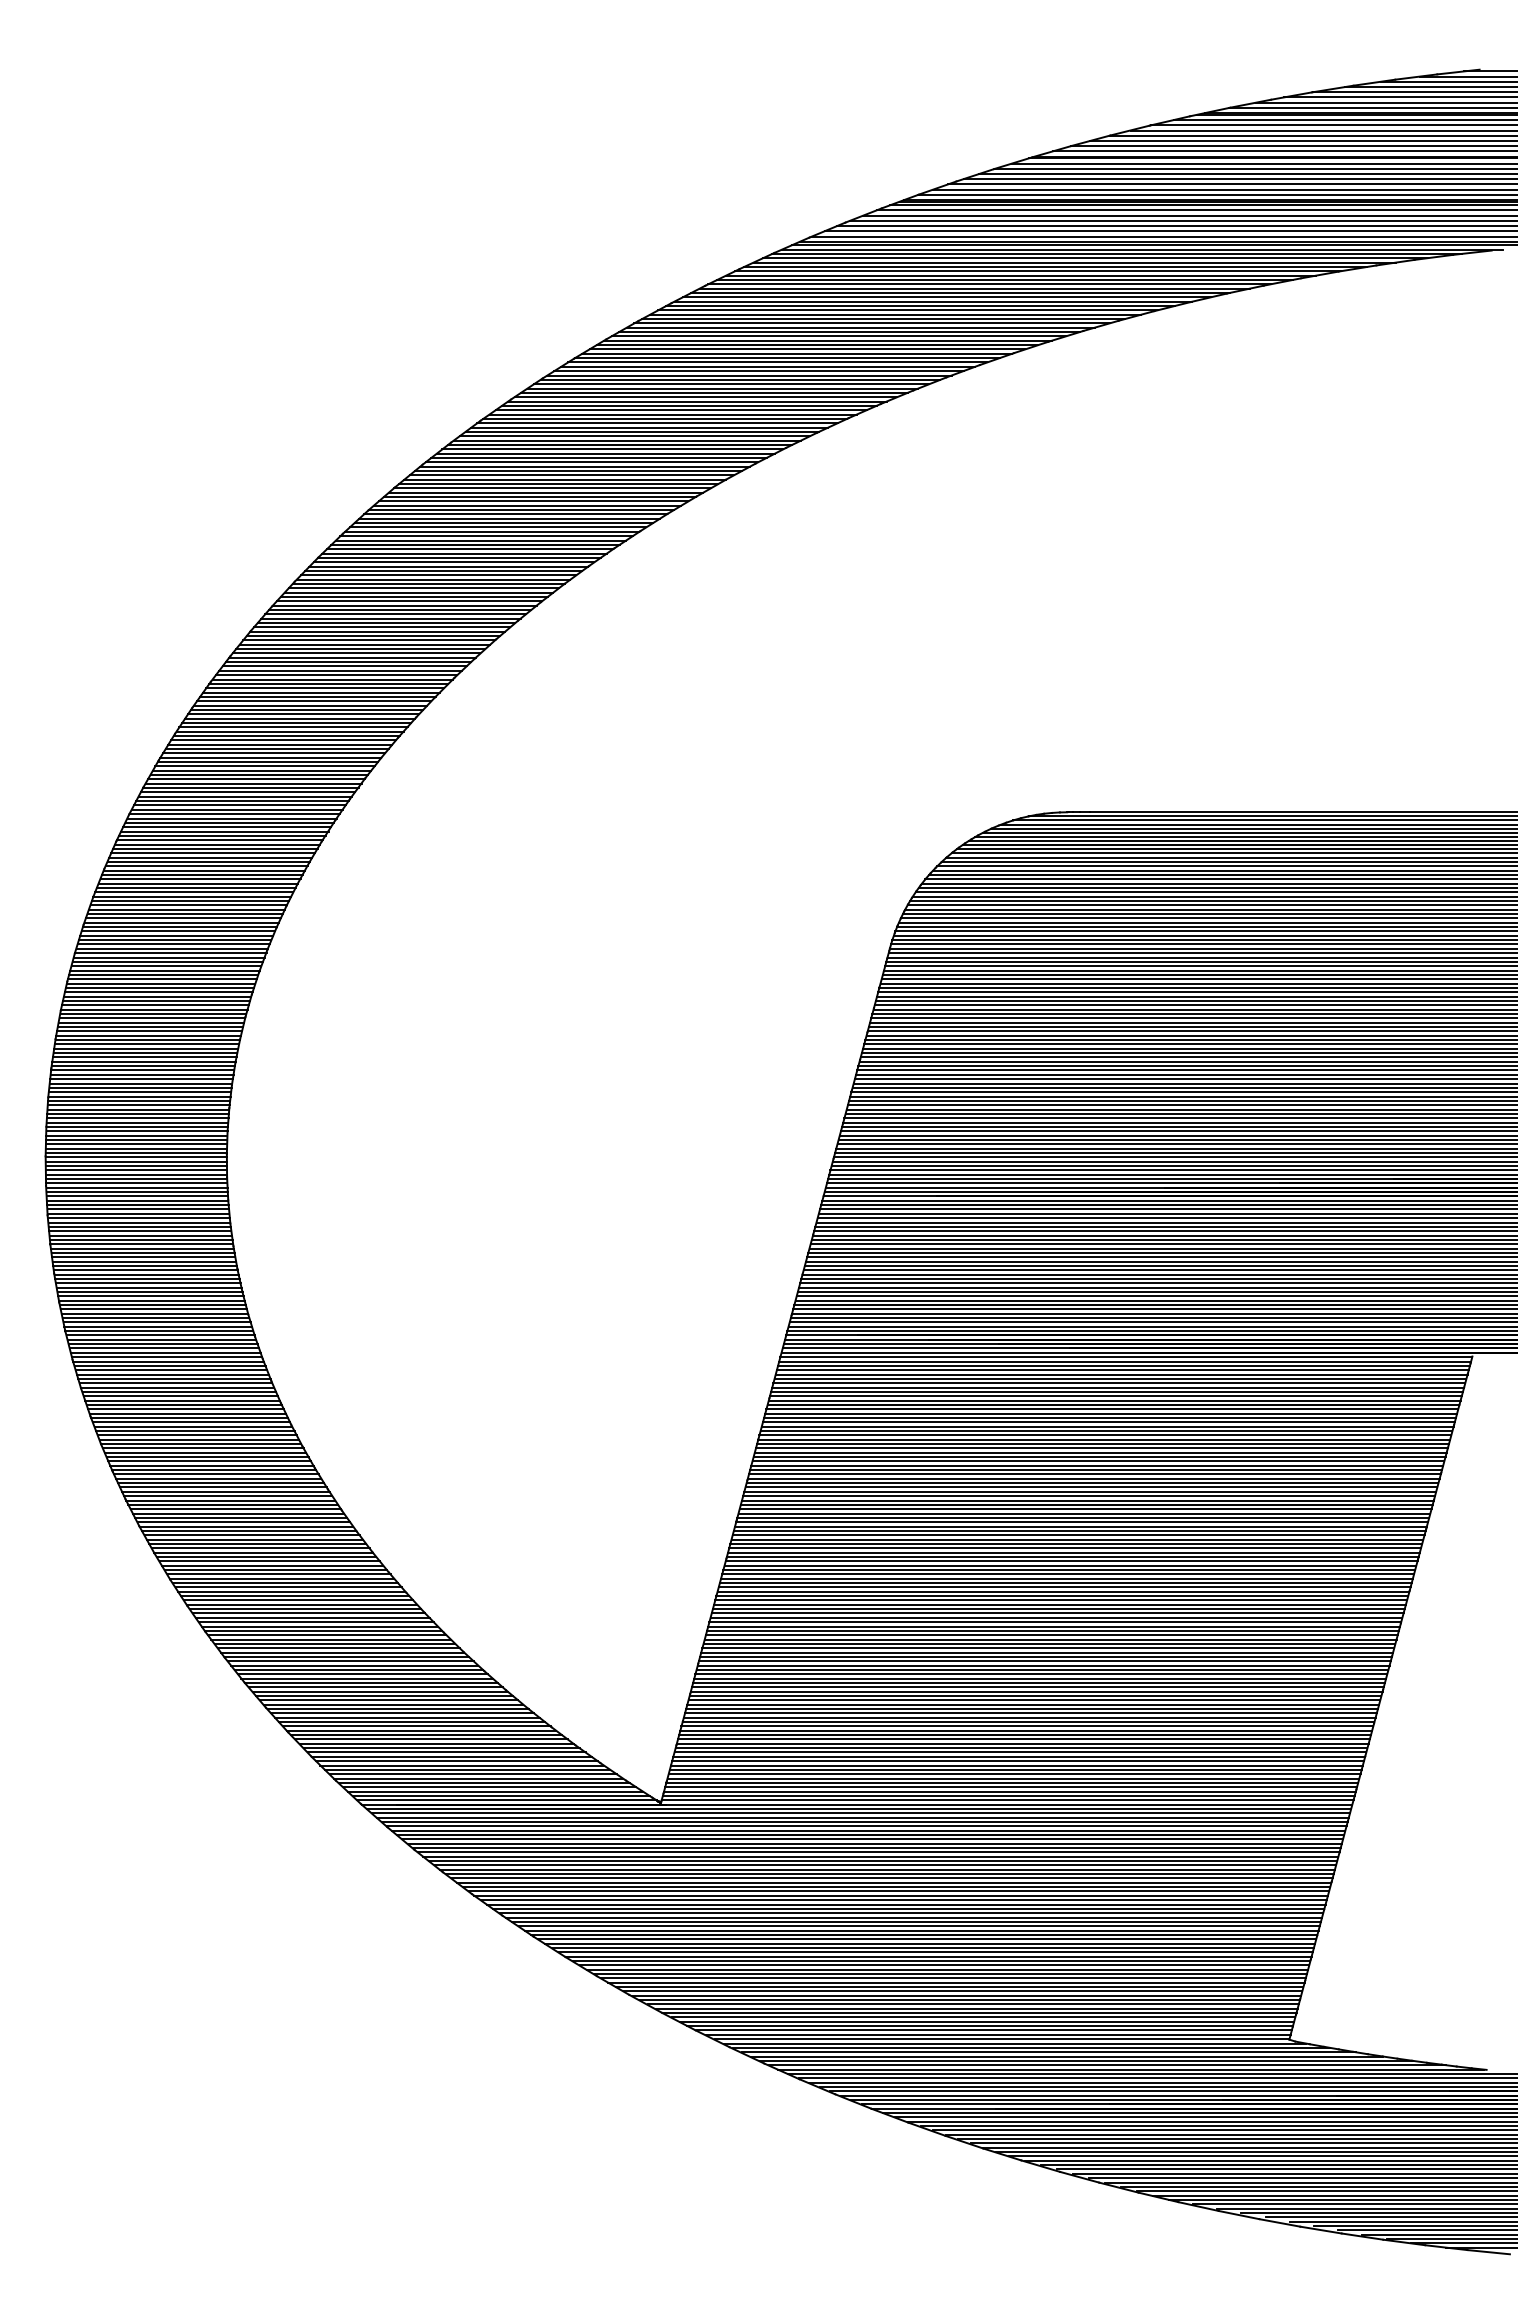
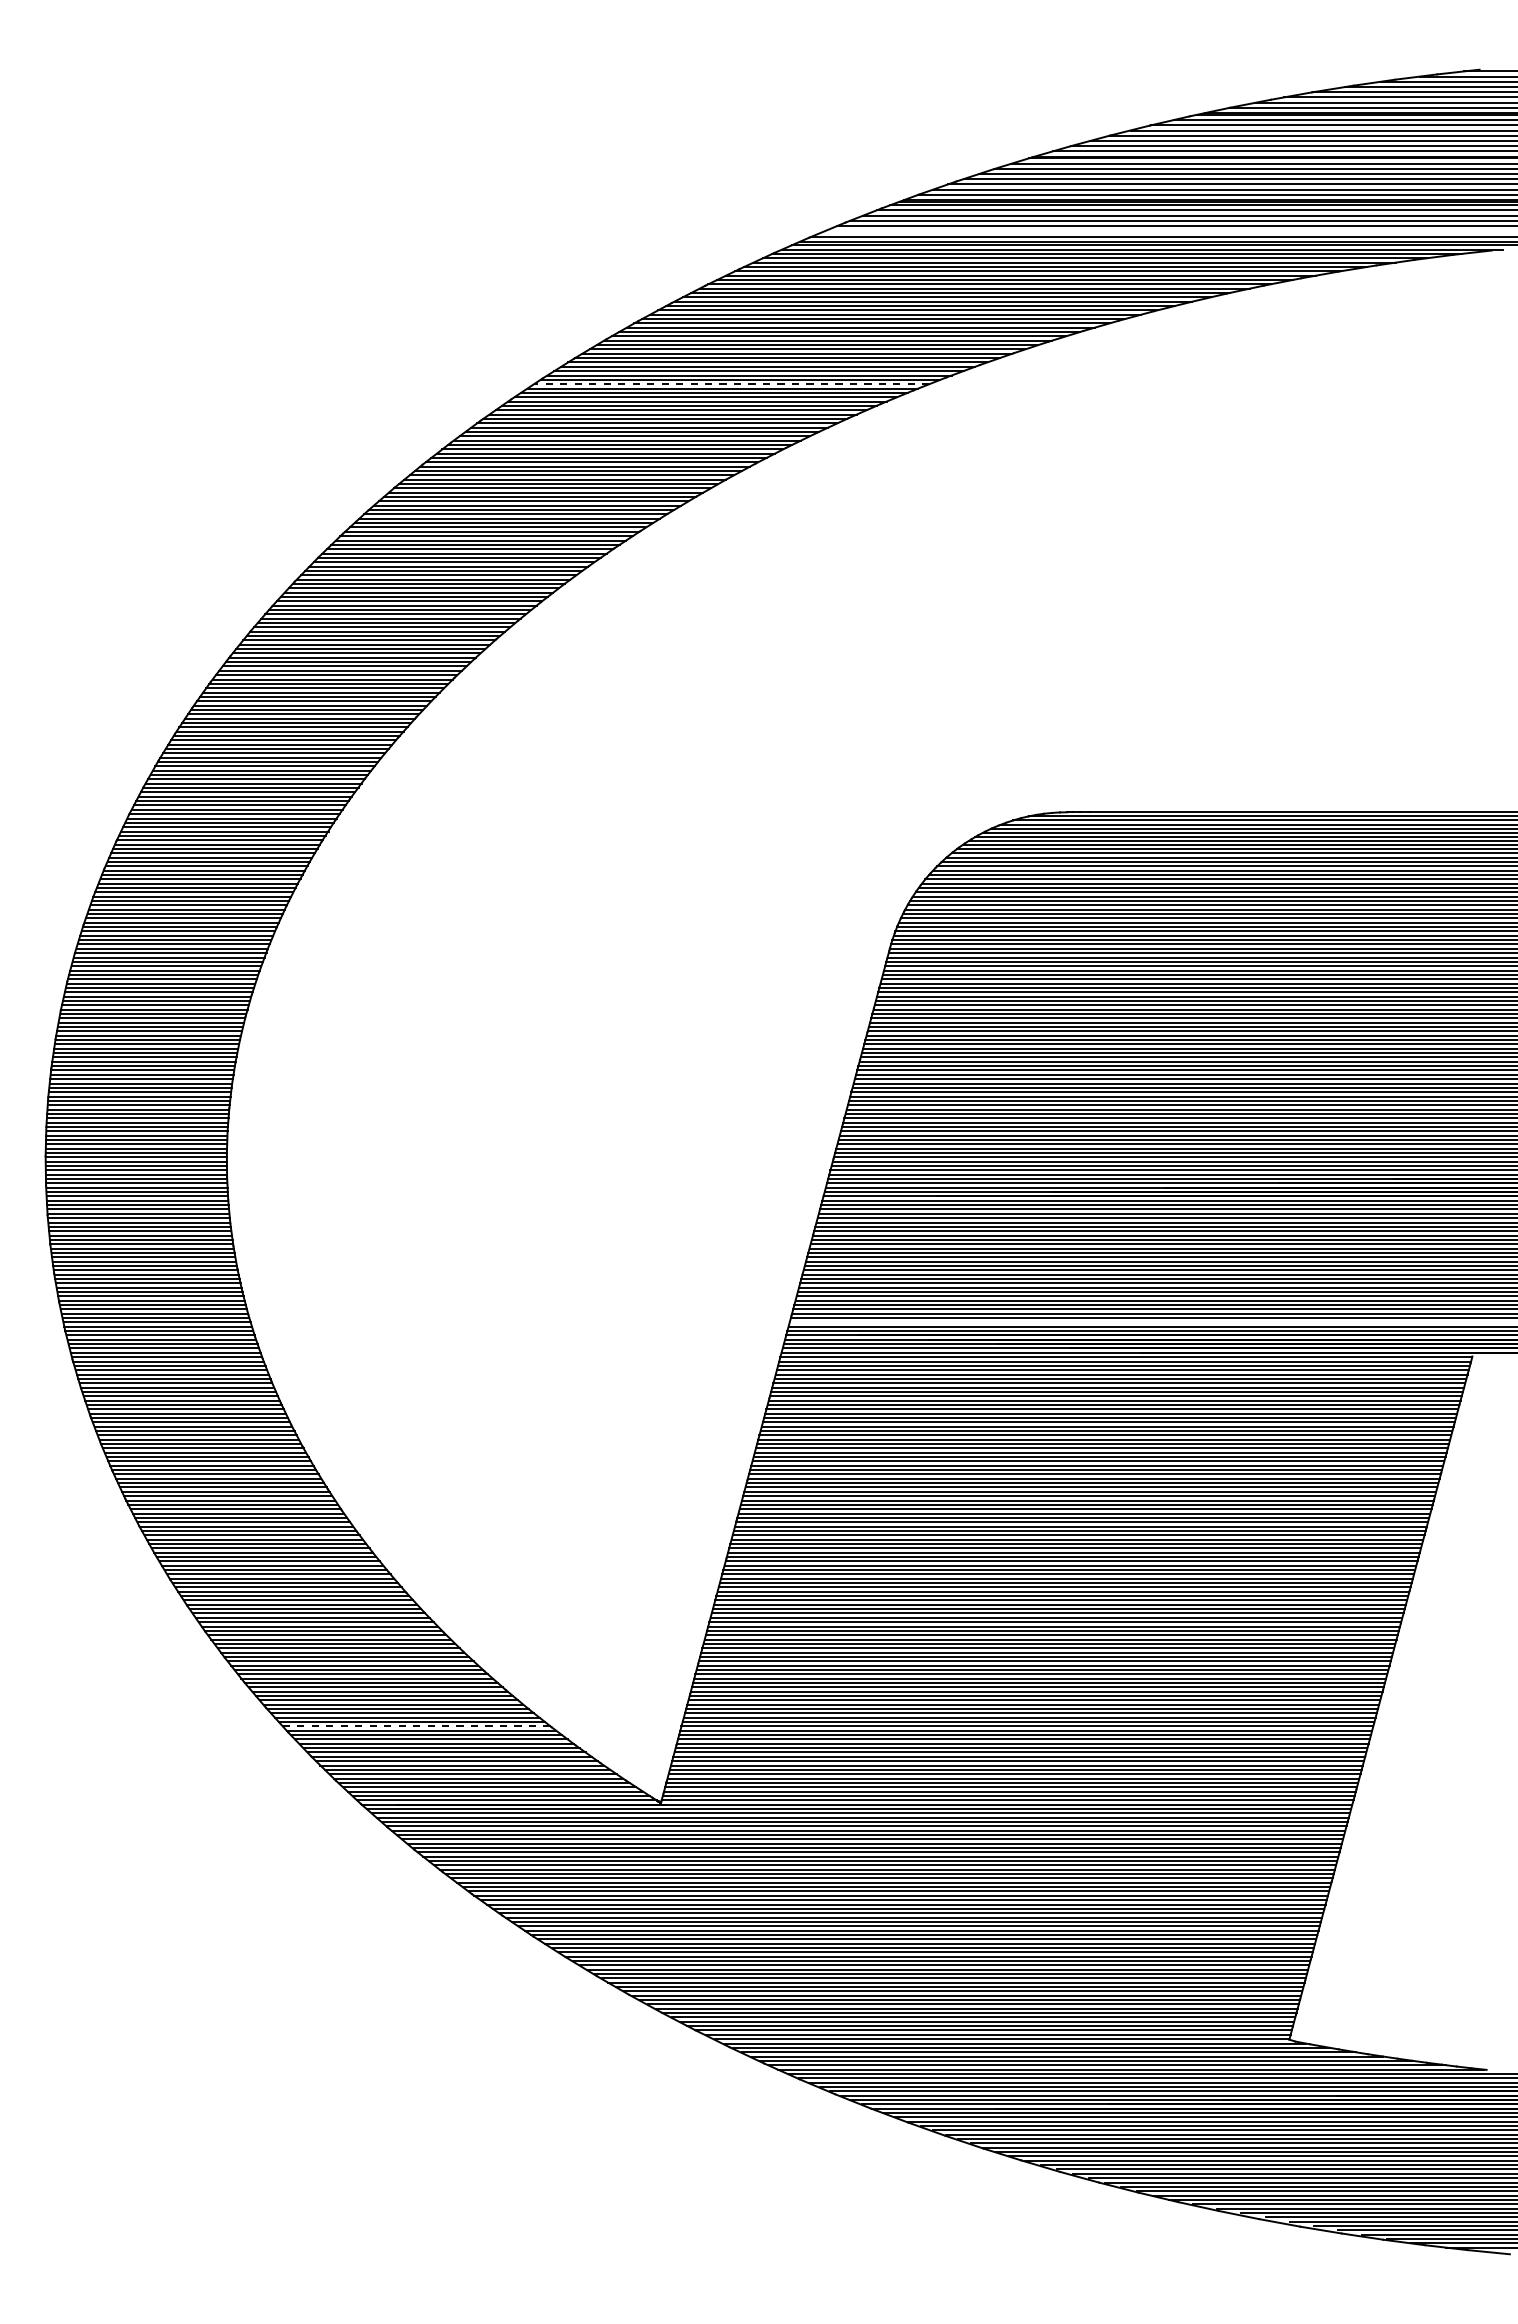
line at (1169, 231): present -> none
line at (731, 384): solid -> dashed
line at (1151, 1322): present -> none
line at (416, 1726): solid -> dashed
